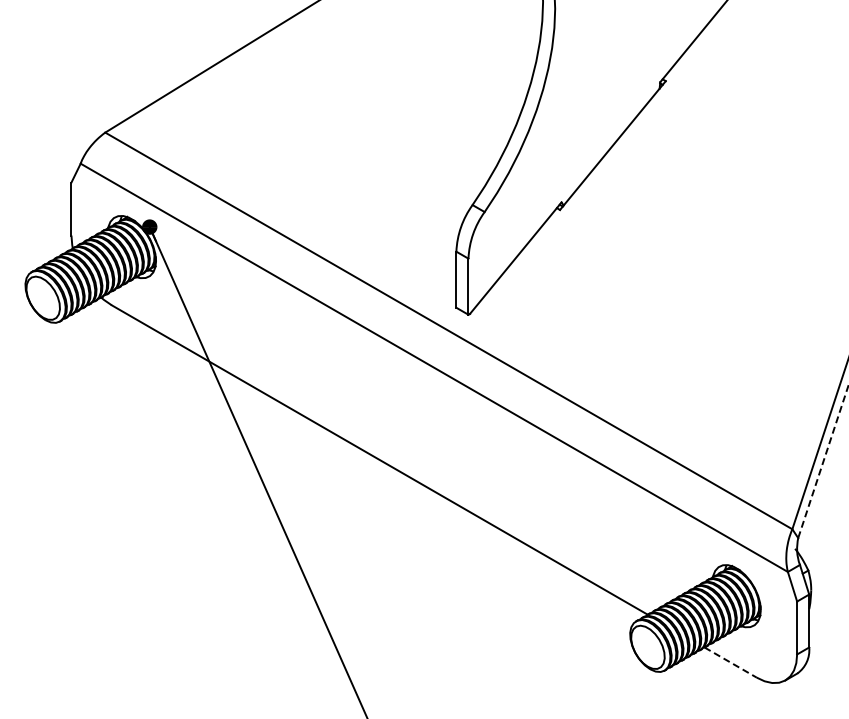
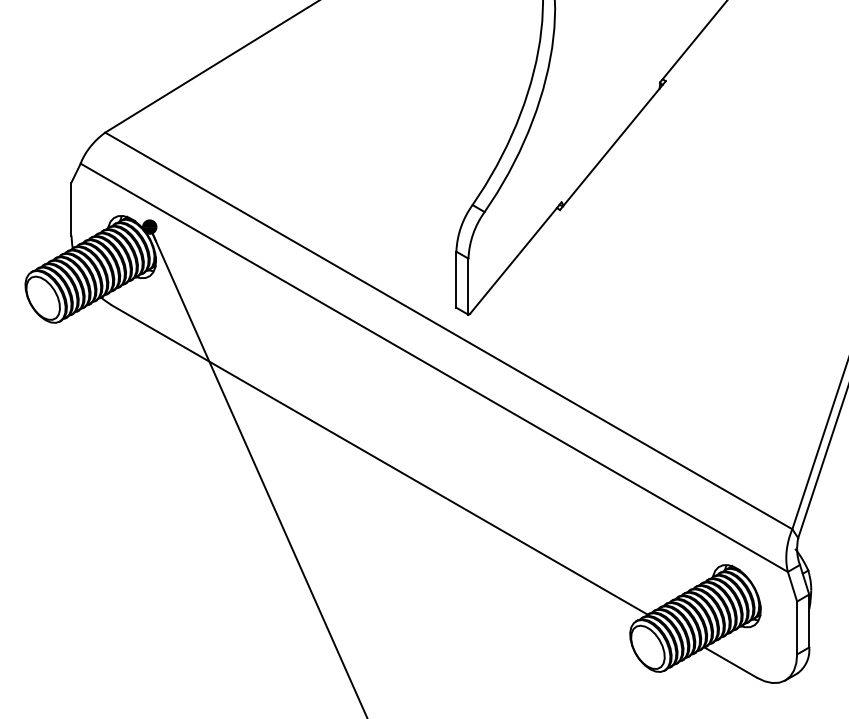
line at (823, 461): dashed -> solid
line at (731, 662): dashed -> solid
